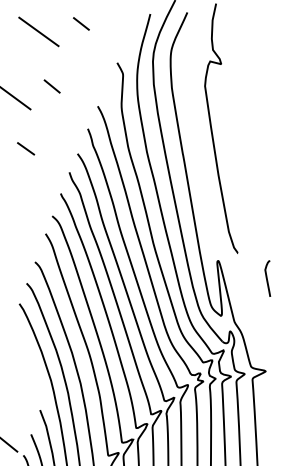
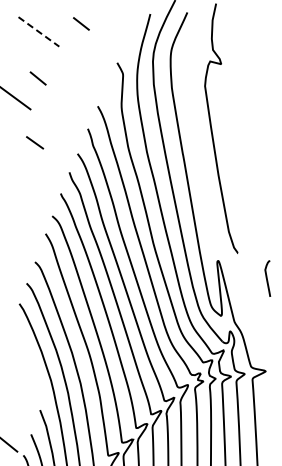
line at (39, 32): solid -> dashed
line at (51, 86) position: (51, 86) -> (37, 78)
line at (26, 148) position: (26, 148) -> (35, 142)
